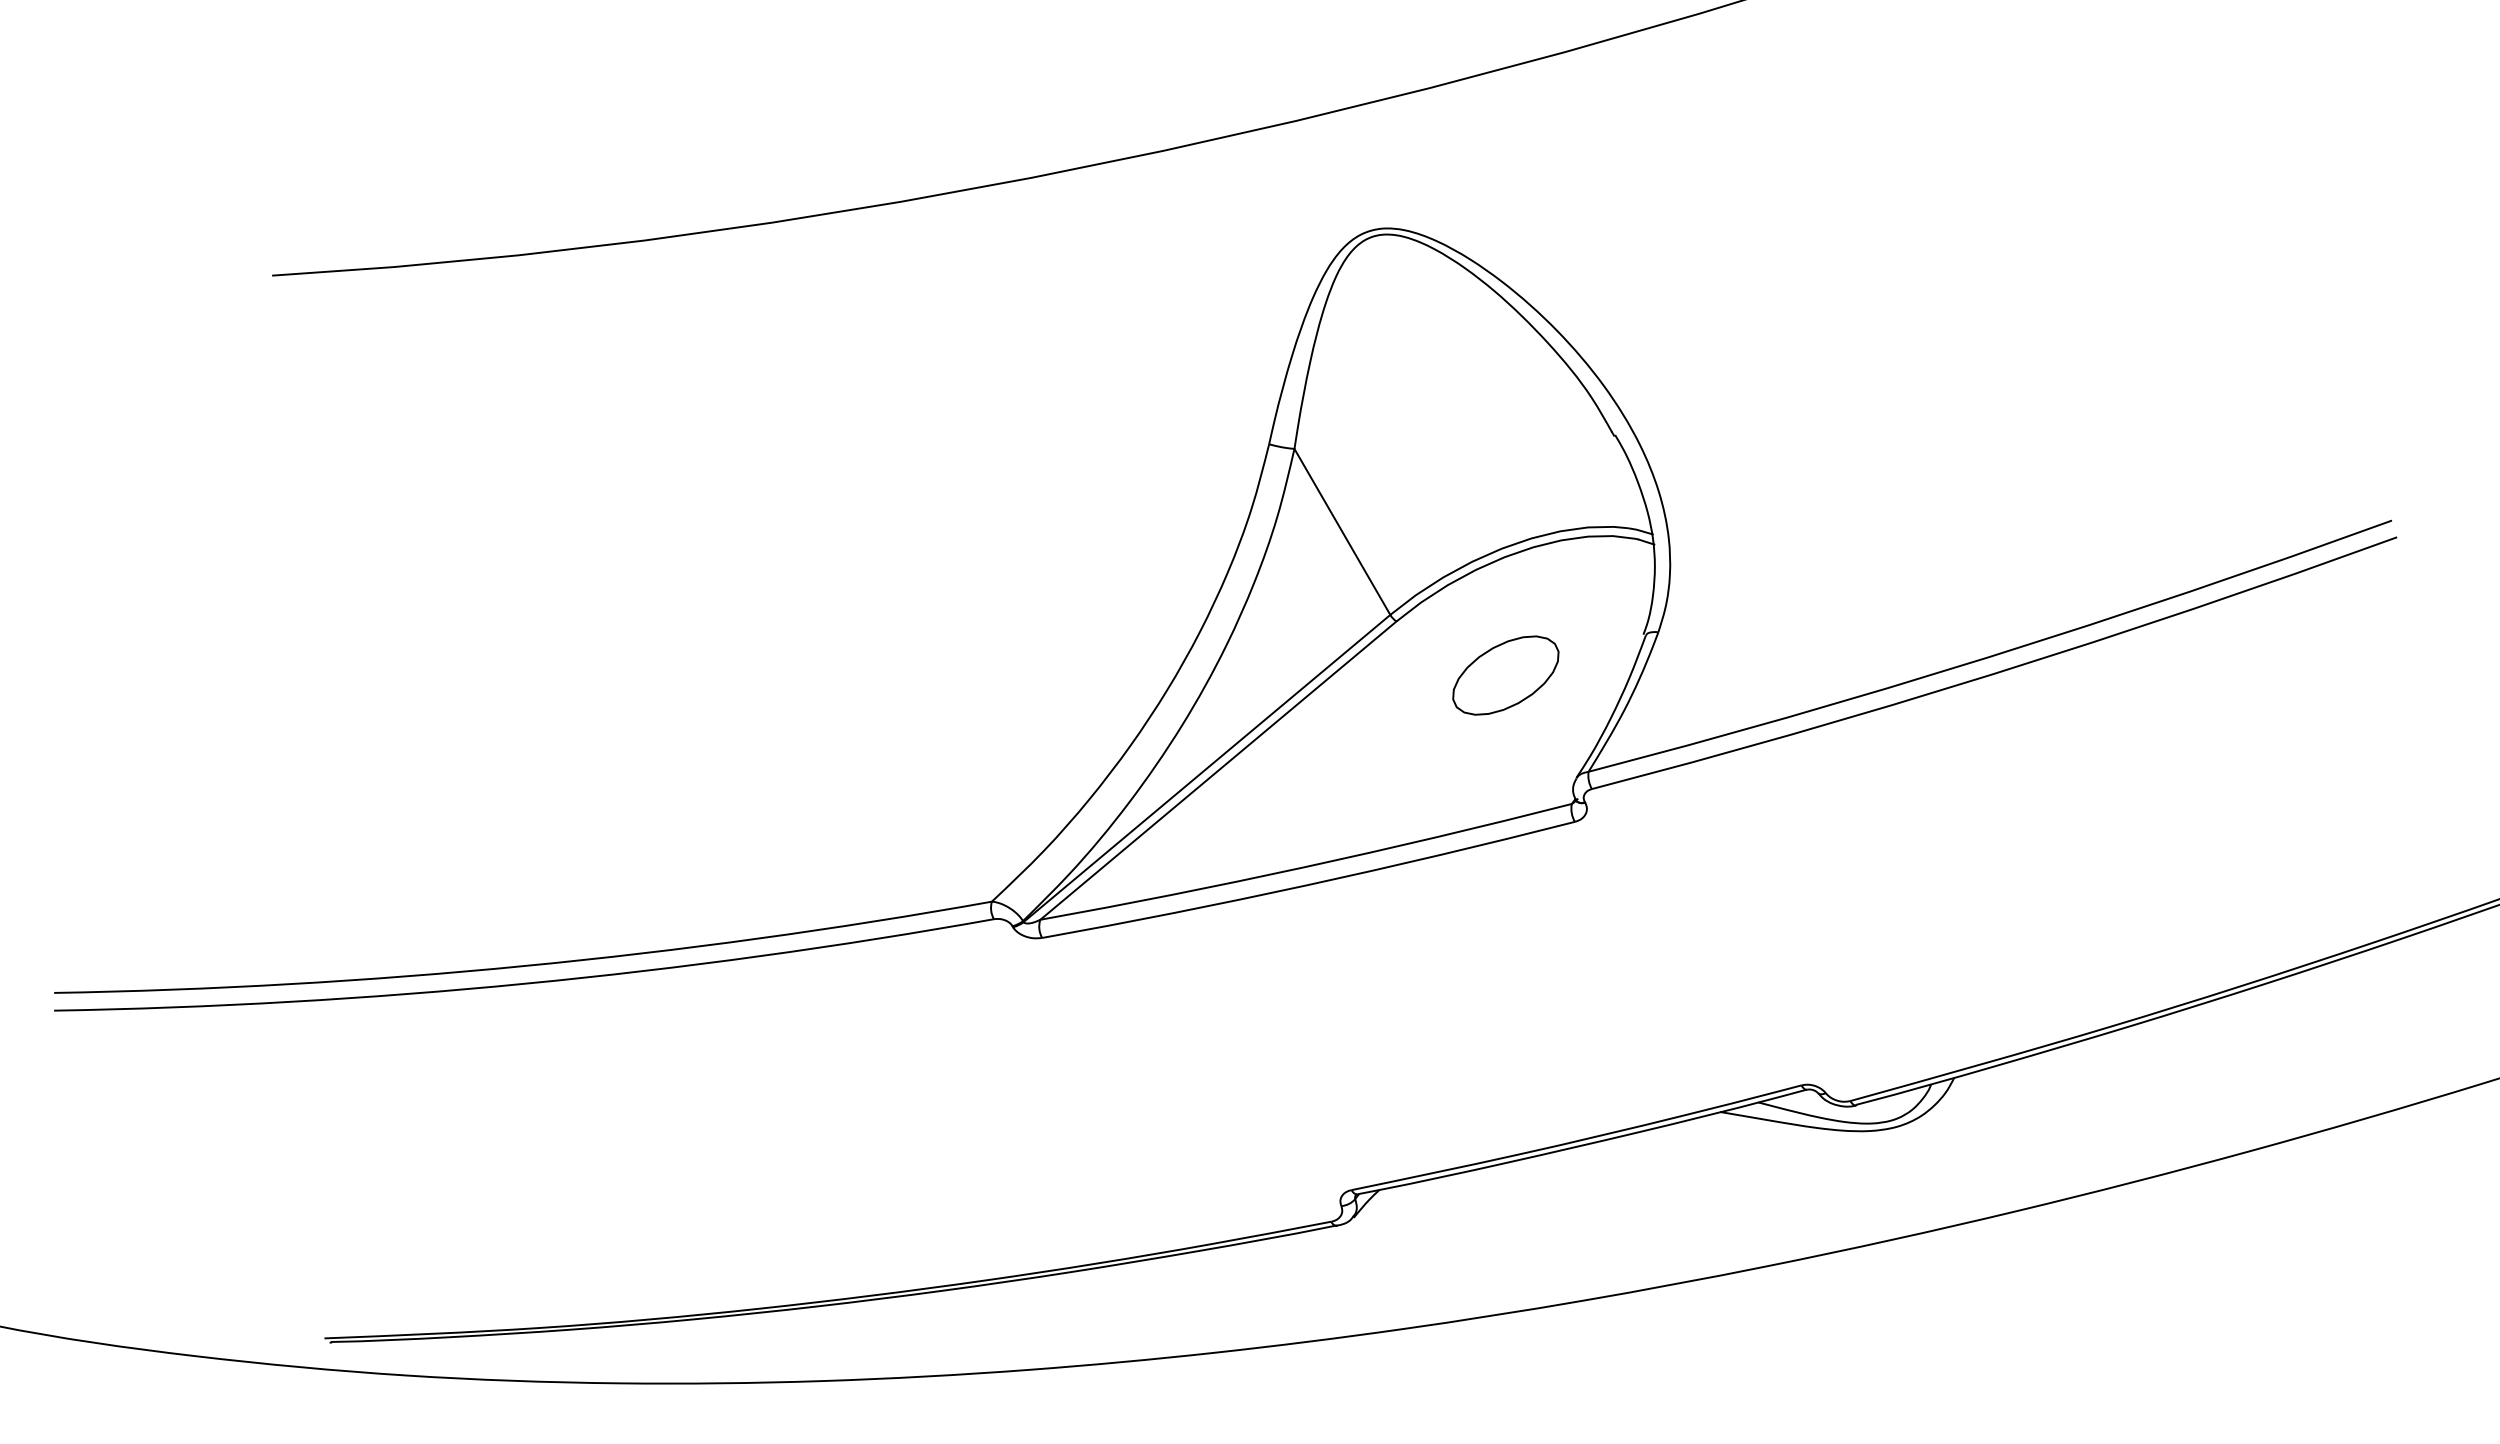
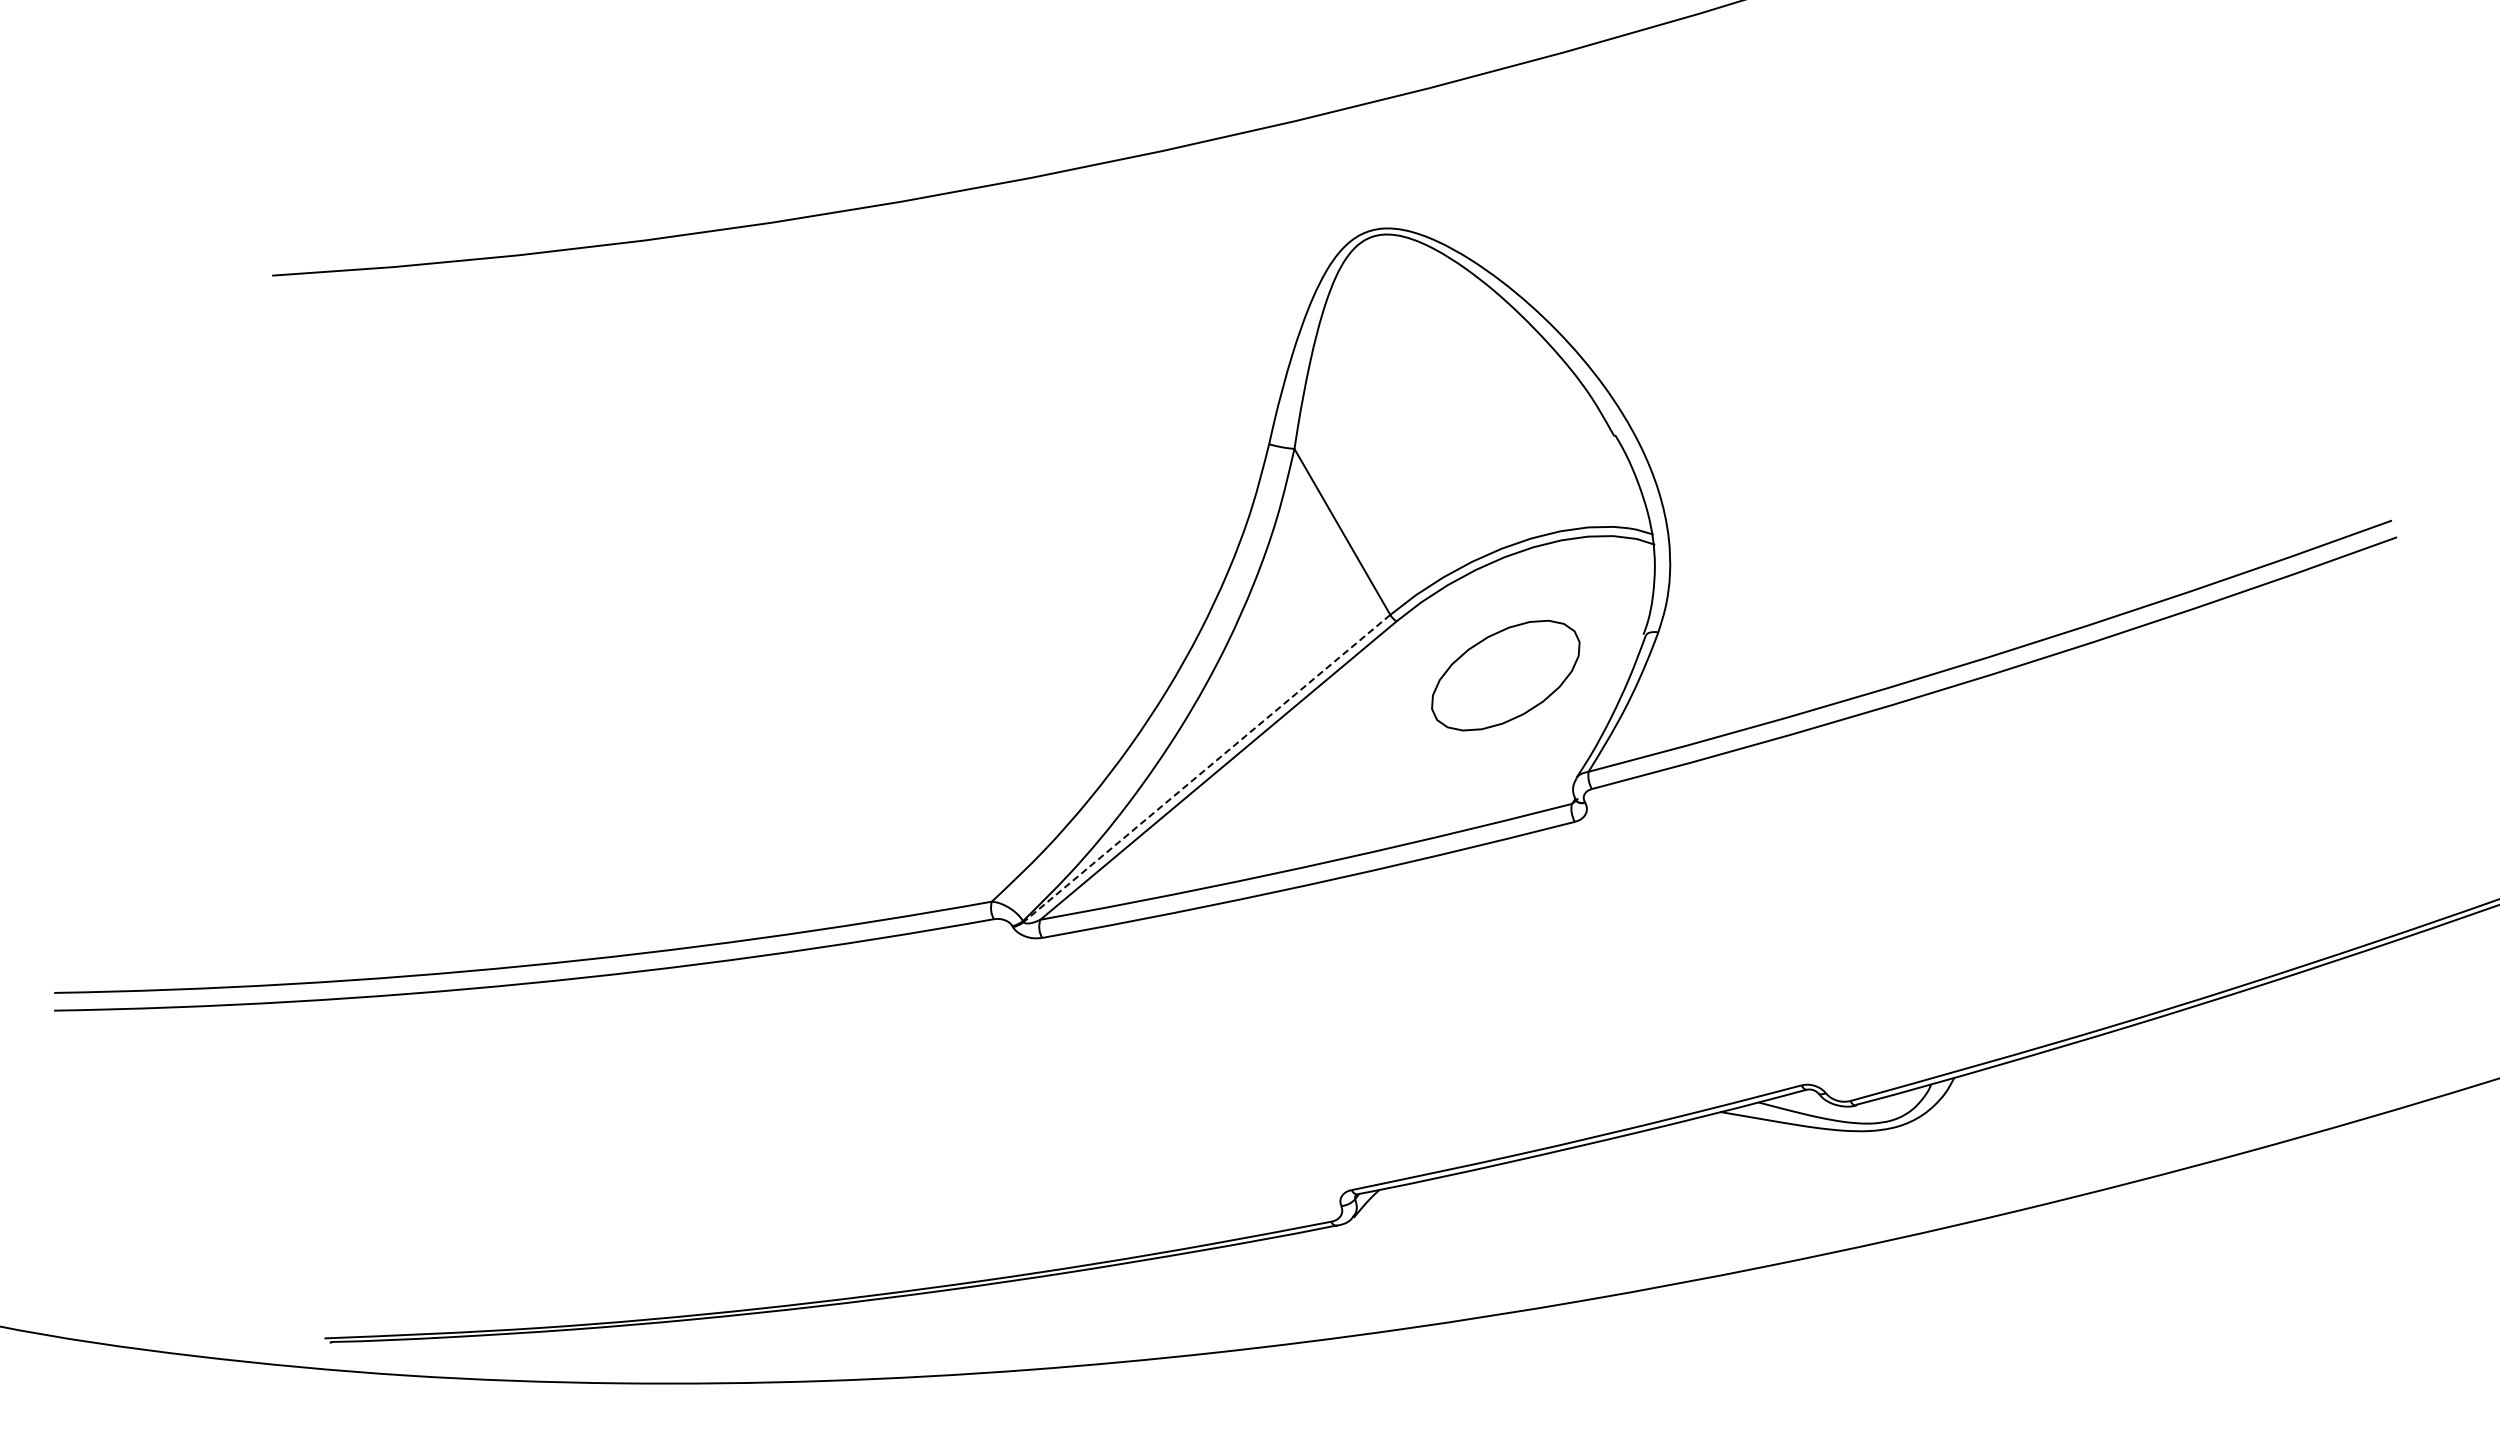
part at (1505, 675) size: 108x81 px -> 150x113 px
line at (1206, 768): solid -> dashed
